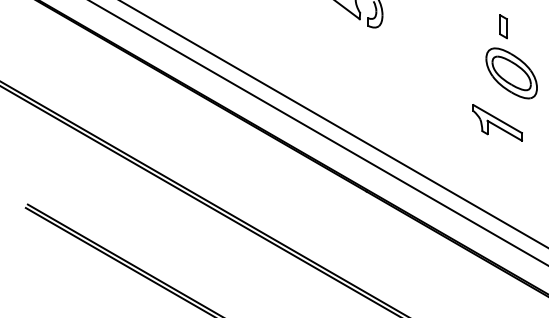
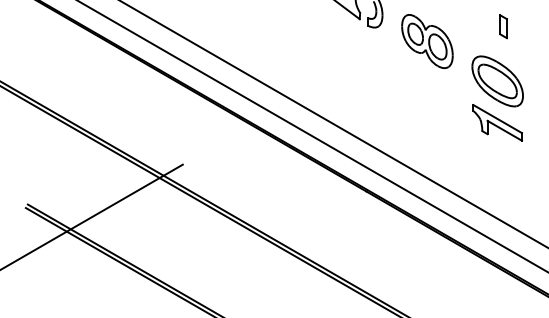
part at (427, 41): none -> present
part at (511, 73) position: (511, 73) -> (497, 81)
line at (318, 132) position: (318, 132) -> (312, 136)
line at (92, 216): none -> present
